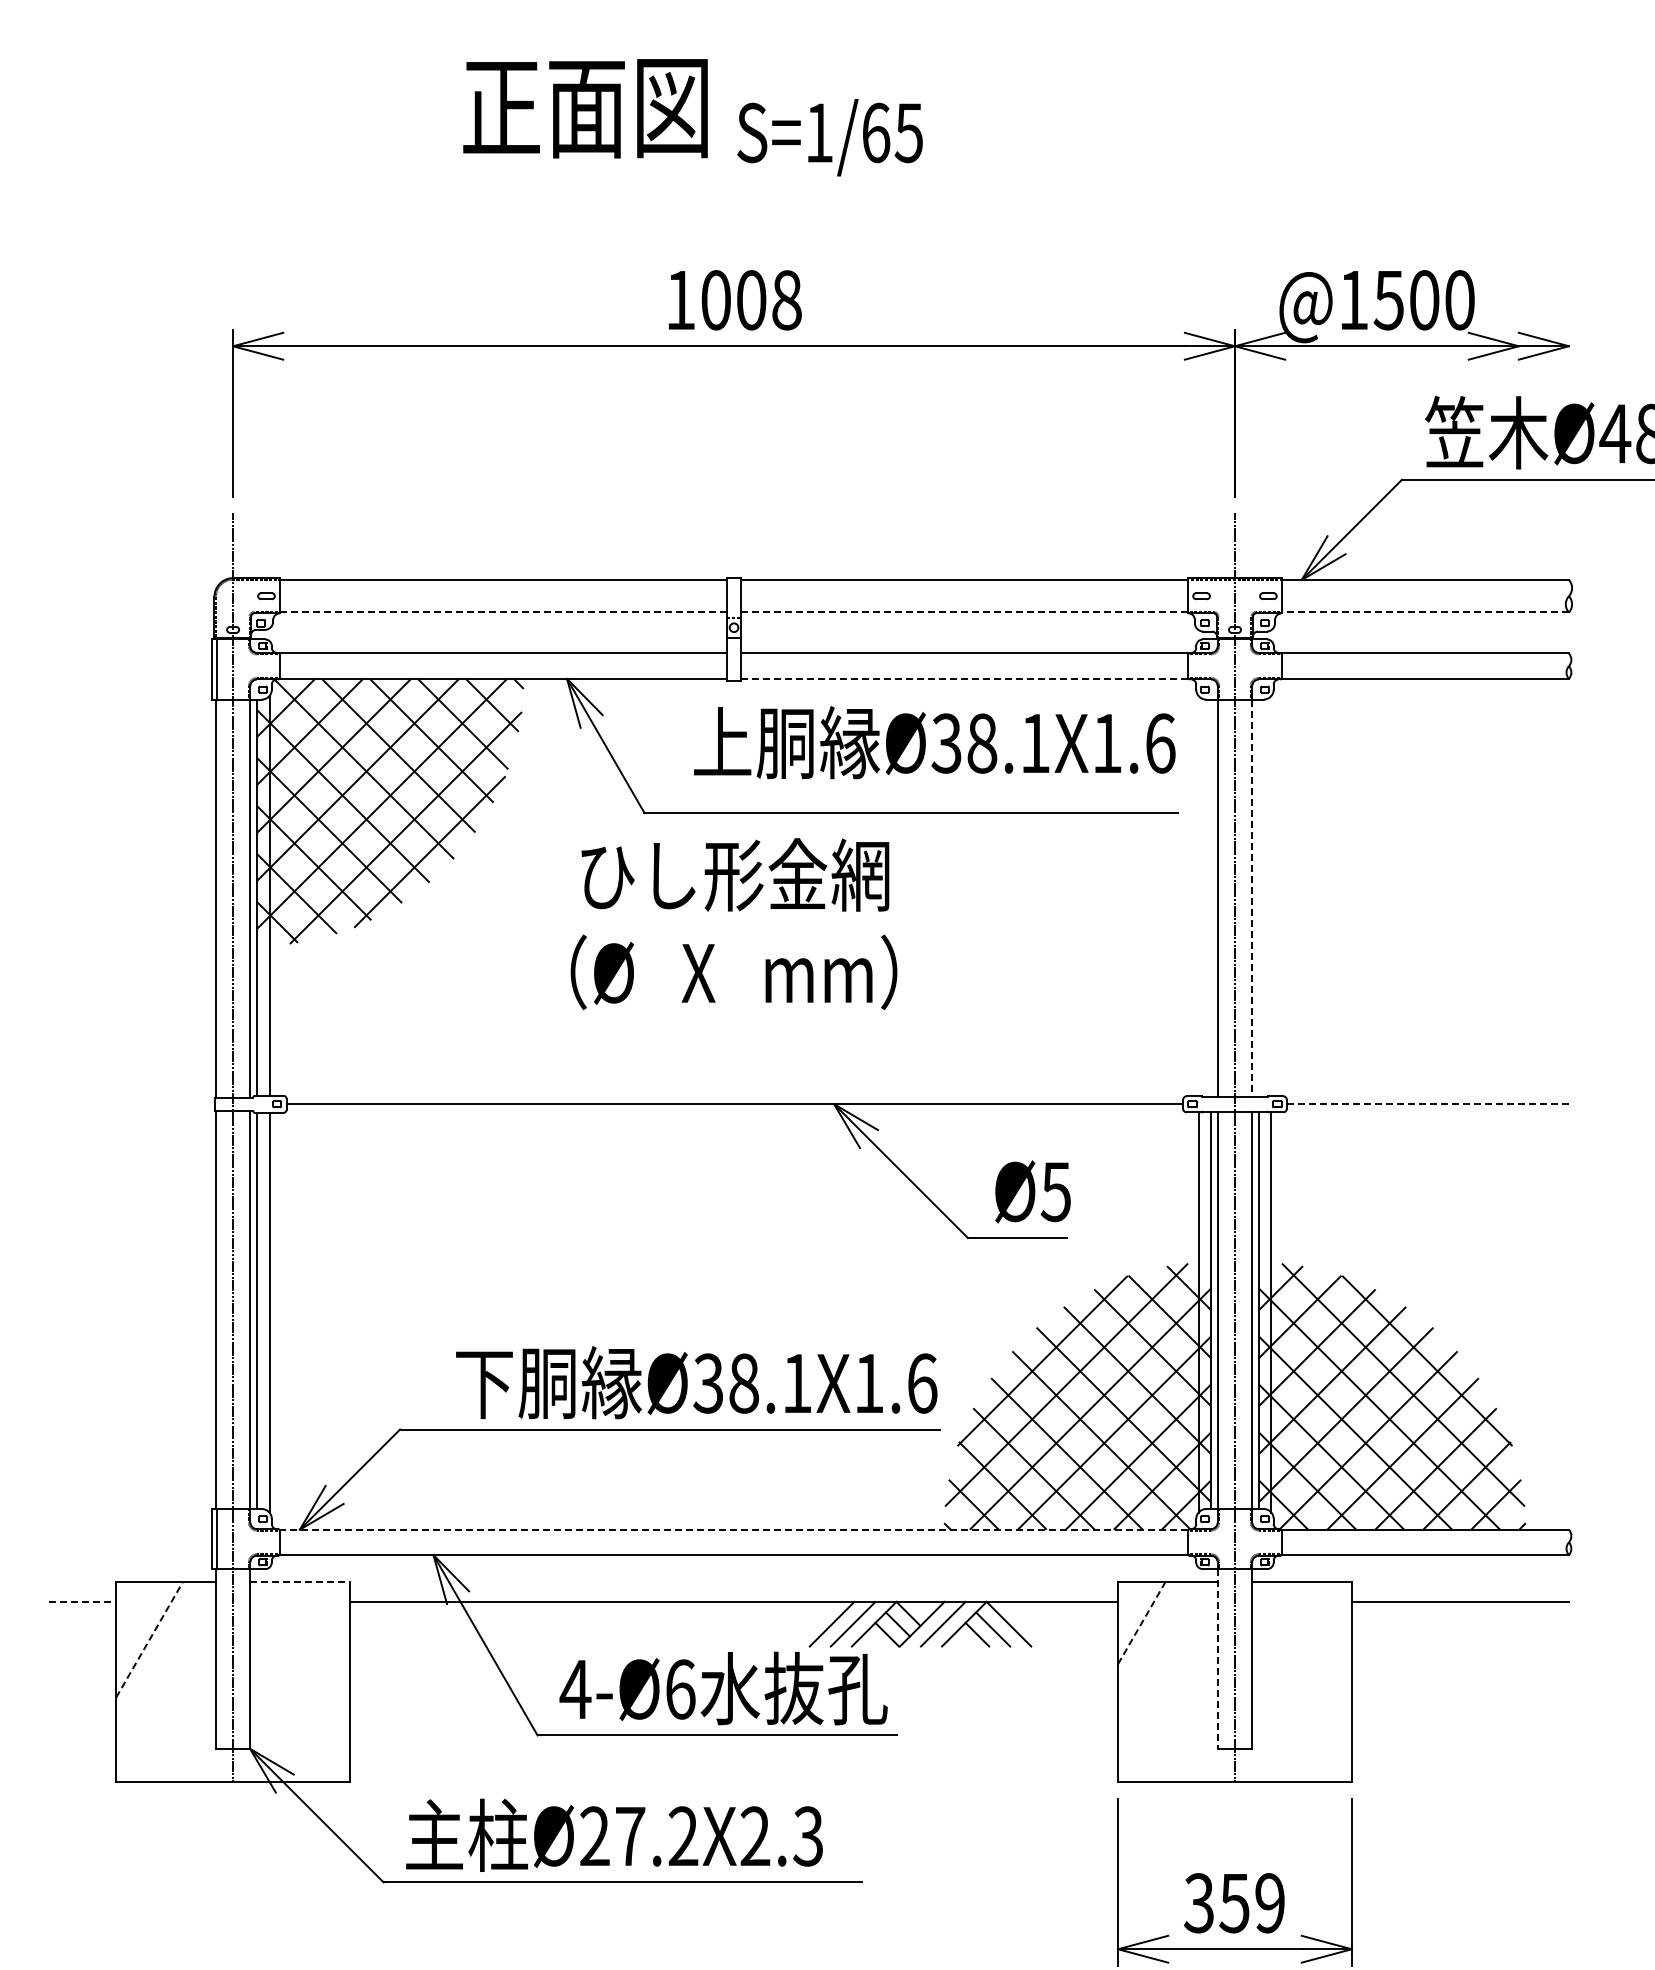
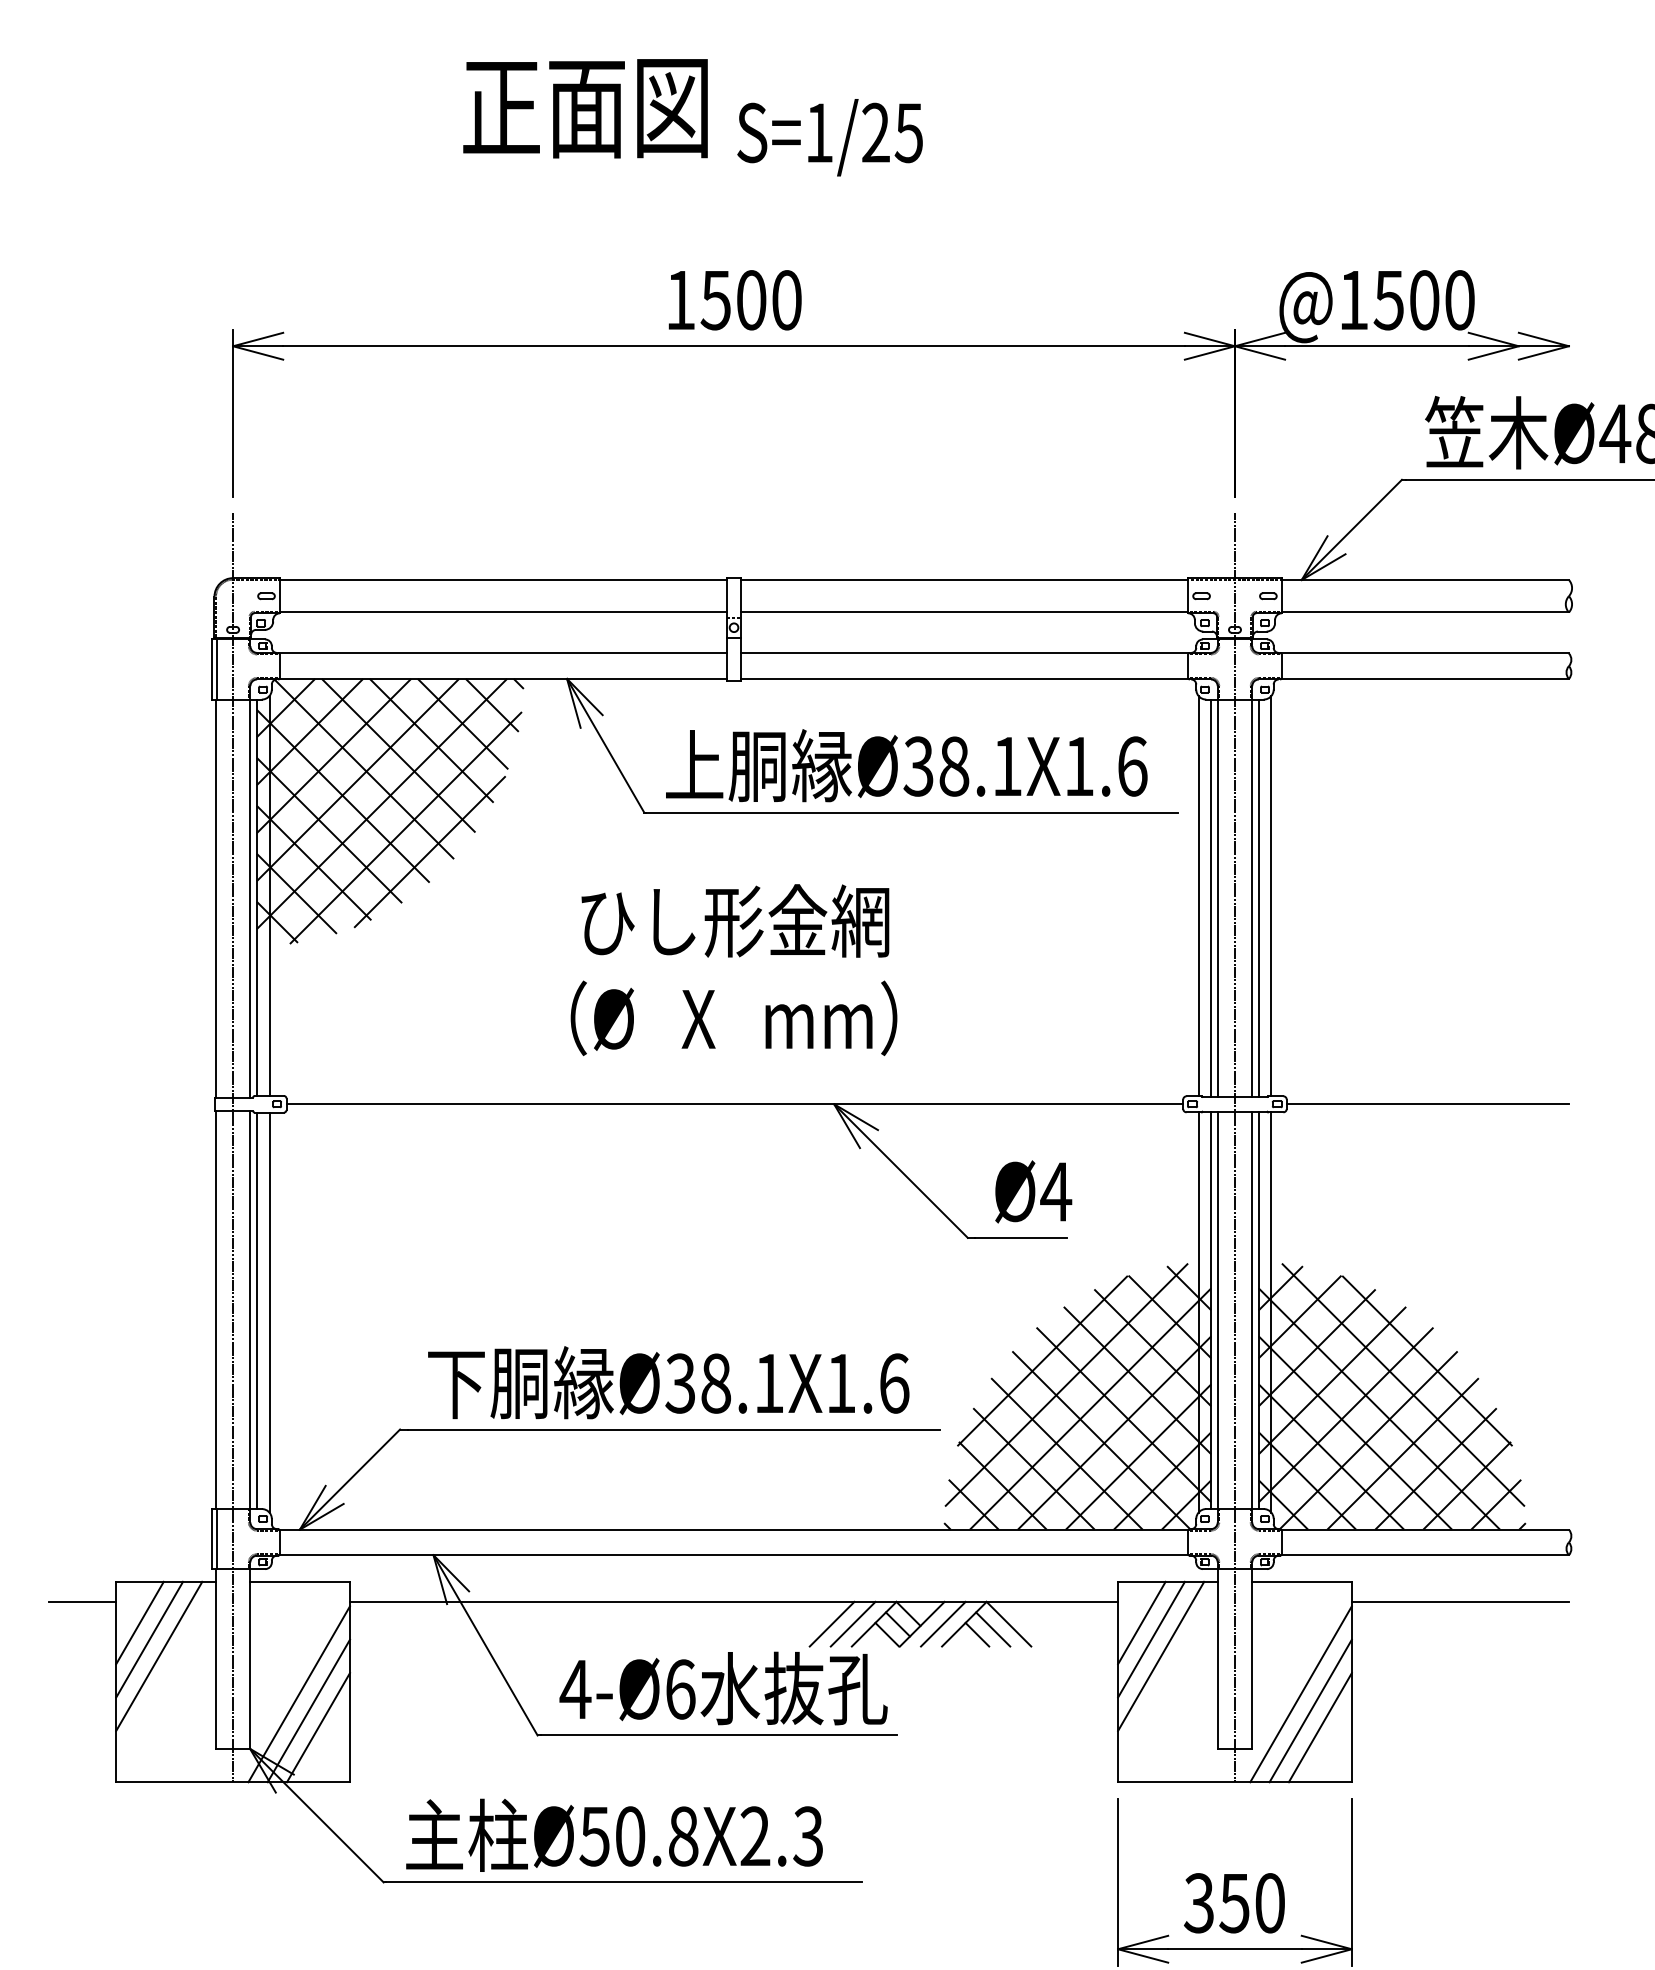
text at (876, 132): S=1/65 -> S=1/25
text at (750, 300): 1008 -> 1500
line at (502, 612): dashed -> solid
line at (964, 612): dashed -> solid
line at (1425, 612): dashed -> solid
line at (965, 678): dashed -> solid
text at (934, 742) position: (934, 742) -> (906, 765)
line at (1198, 896): none -> present
line at (1271, 896): none -> present
line at (1211, 897): none -> present
line at (1258, 897): none -> present
line at (1251, 898): dashed -> solid
text at (733, 923) position: (733, 923) -> (733, 969)
line at (1428, 1104): dashed -> solid
text at (1056, 1192): Ø5 -> Ø4
text at (696, 1382) position: (696, 1382) -> (668, 1382)
line at (734, 1529): dashed -> solid
line at (300, 1581): dashed -> solid
line at (83, 1601): dashed -> solid
line at (139, 1622): none -> present
line at (1141, 1623): dashed -> solid
line at (149, 1639): dashed -> solid
line at (1151, 1639): none -> present
line at (159, 1655): none -> present
line at (1161, 1655): none -> present
line at (1218, 1658): dashed -> solid
line at (299, 1694): none -> present
line at (1300, 1694): none -> present
line at (308, 1710): none -> present
line at (1310, 1710): none -> present
line at (318, 1727): none -> present
line at (1319, 1727): none -> present
text at (638, 1836): Ø27.2X2.3 -> Ø50.8X2.3
text at (1269, 1903): 359 -> 350
